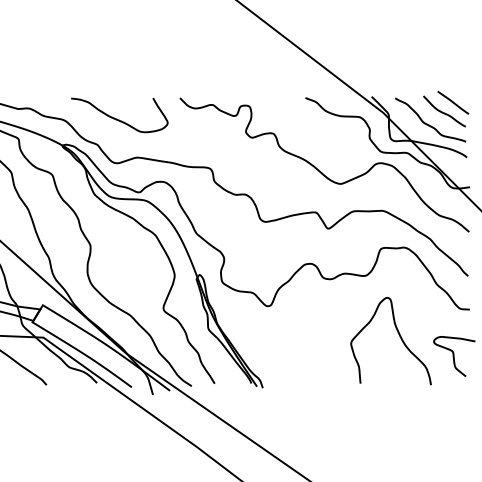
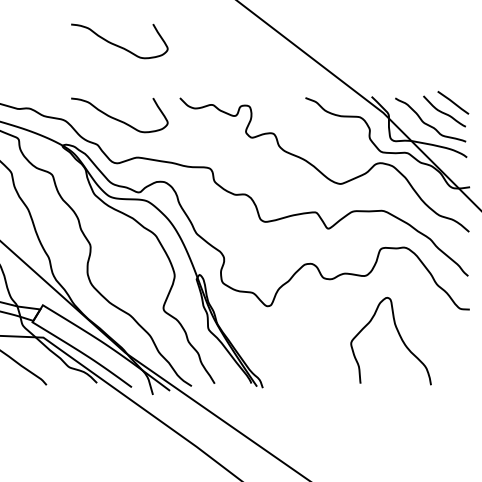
curve at (119, 45): none -> present
curve at (454, 356): present -> none
